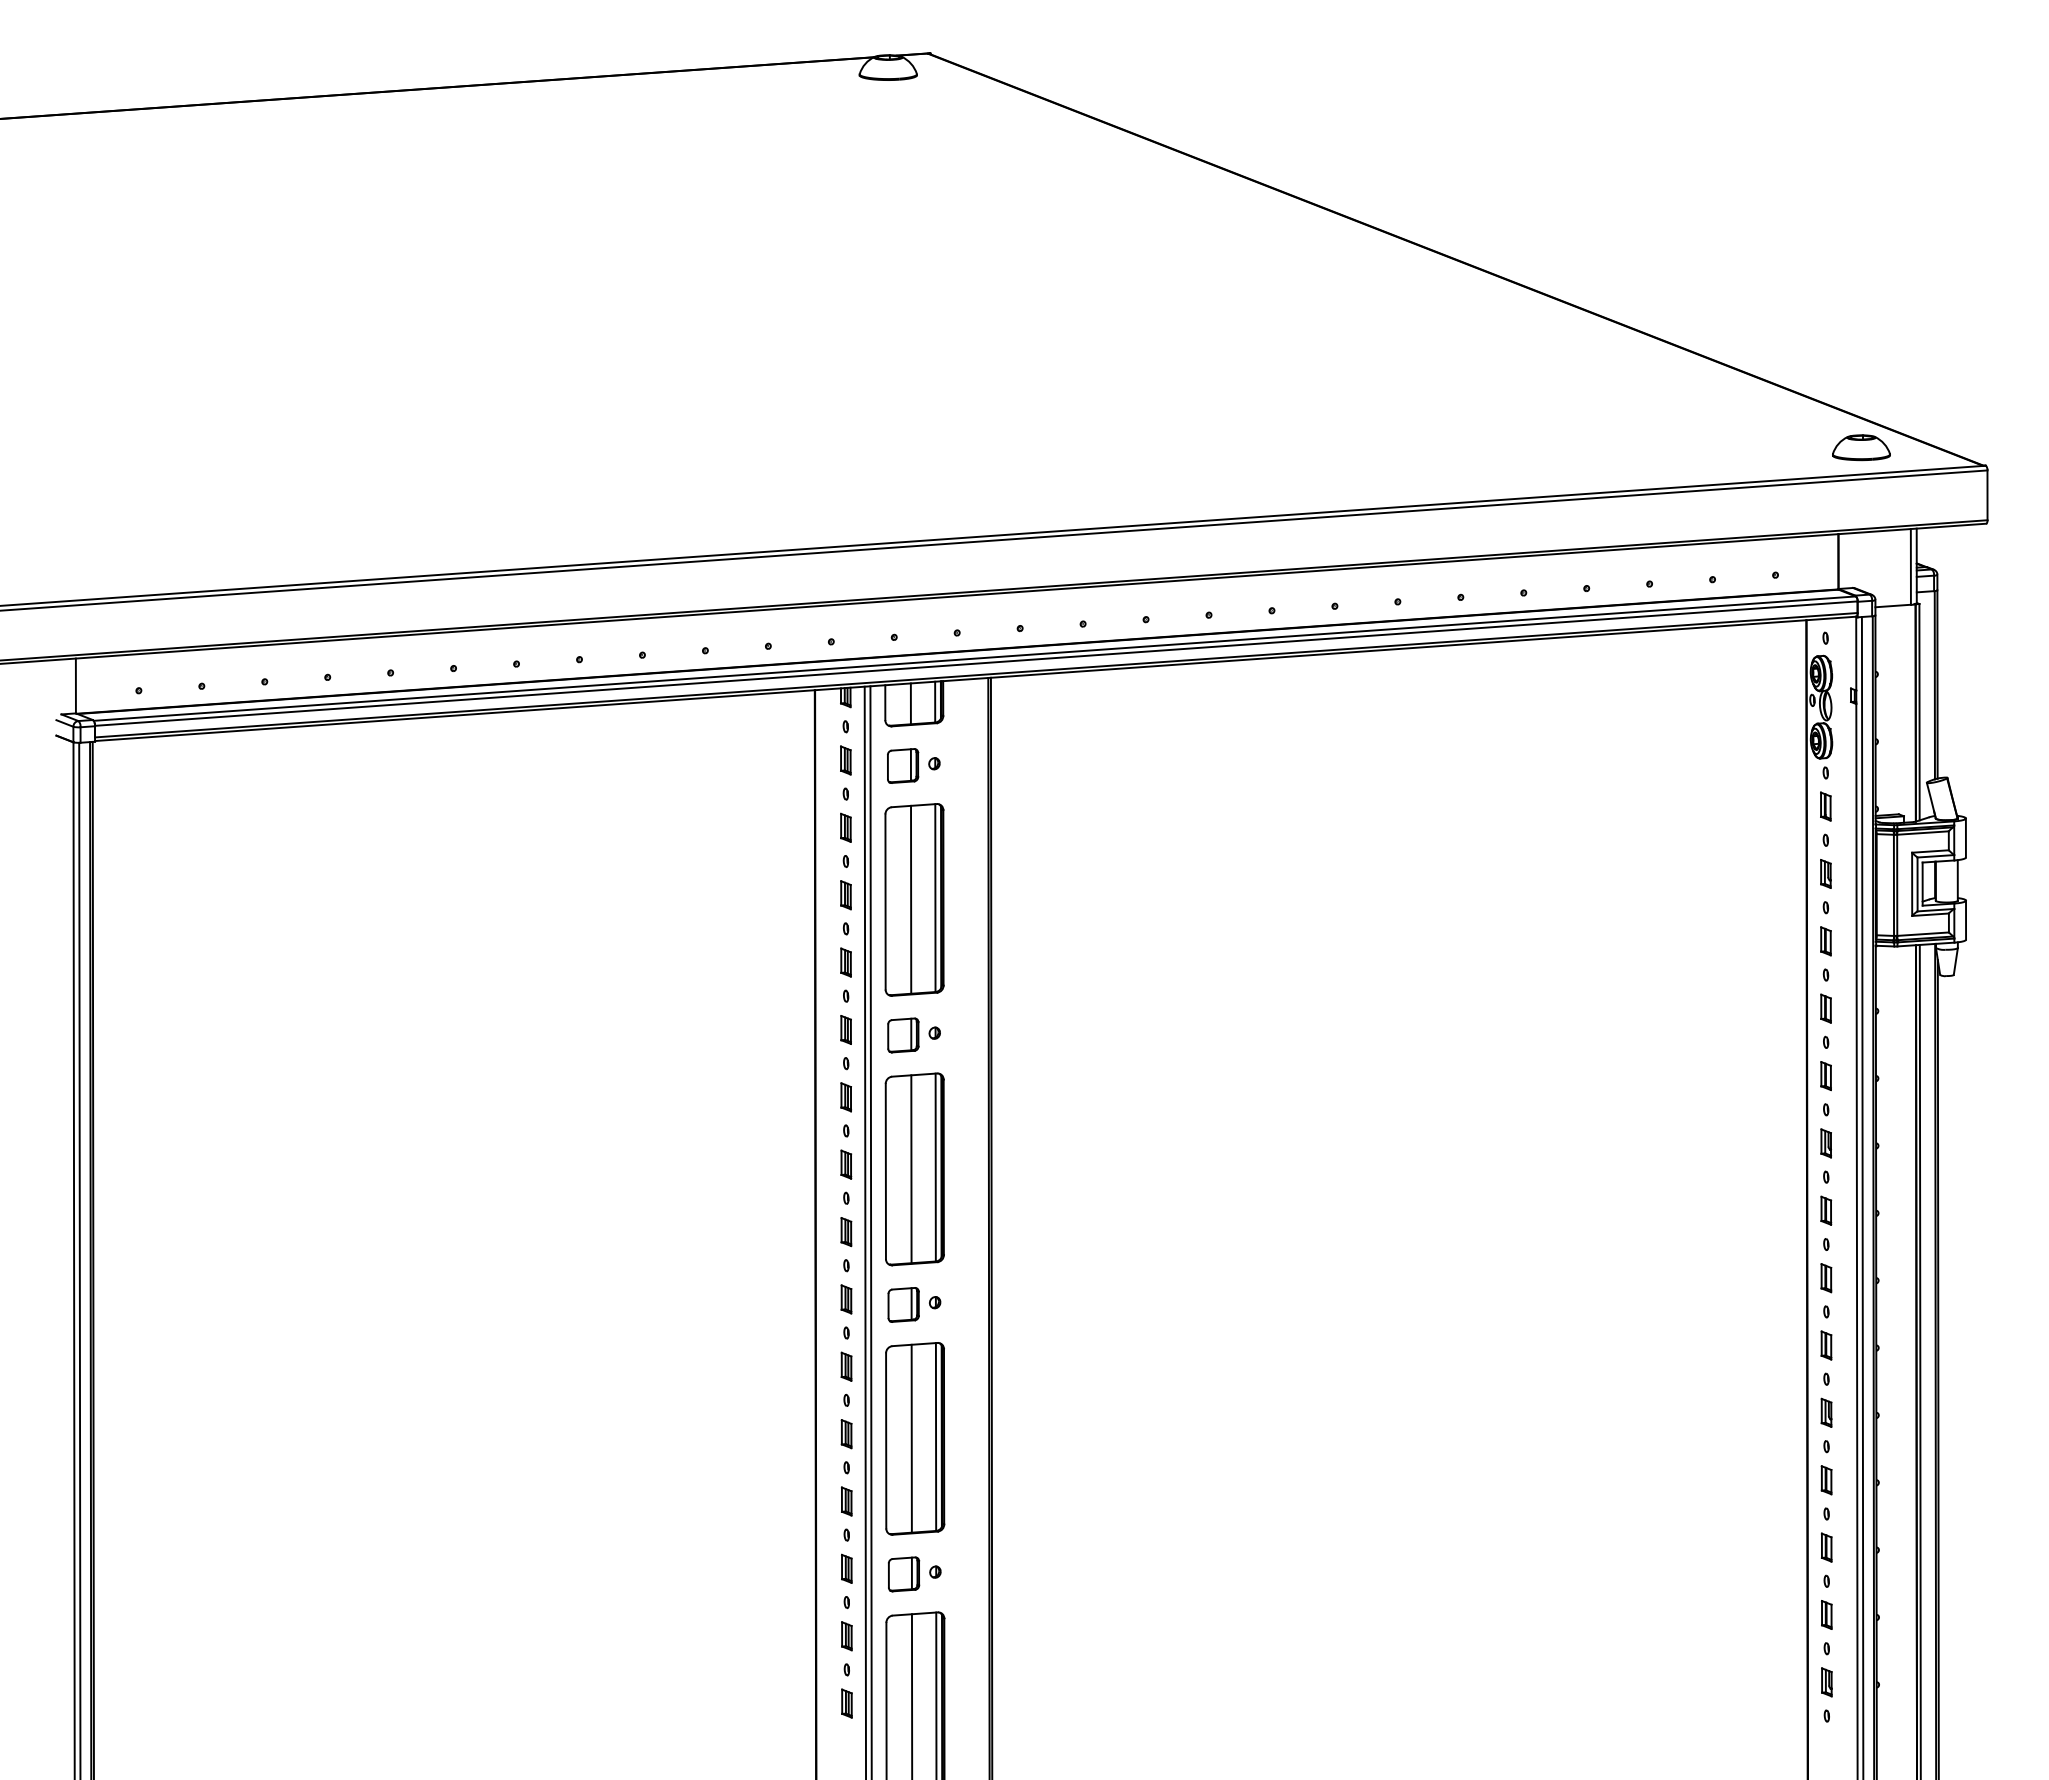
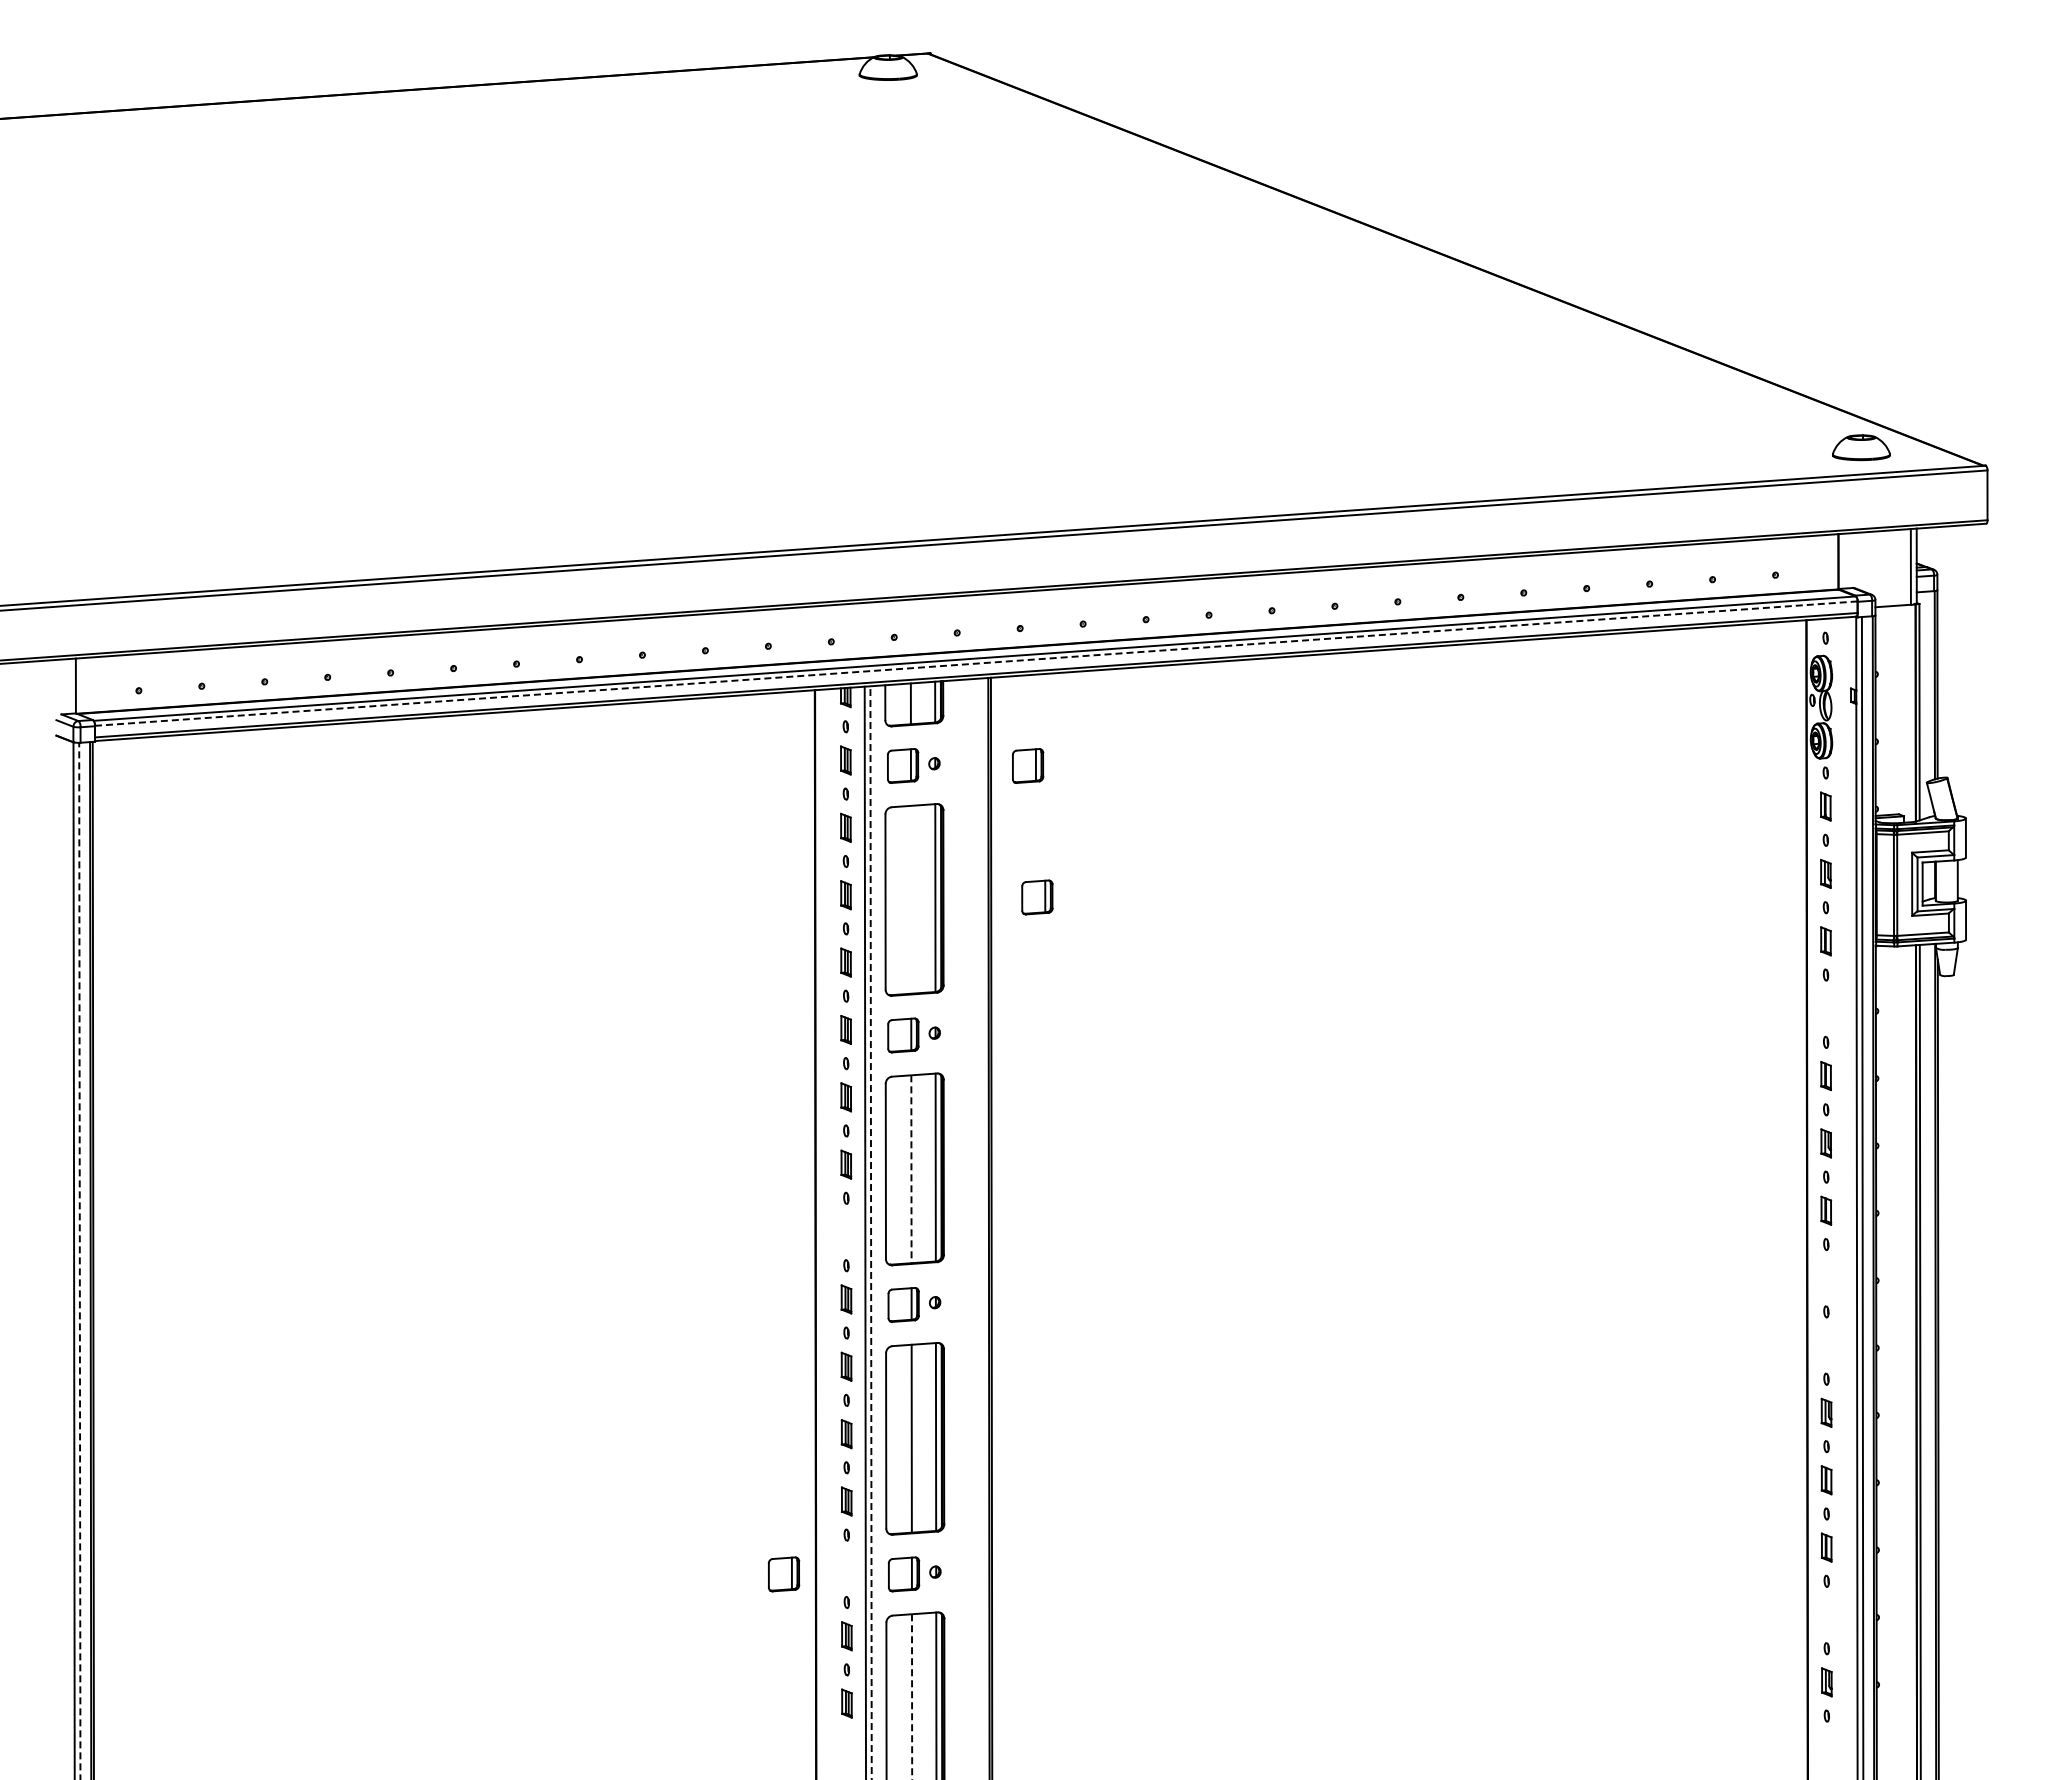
line at (976, 663): solid -> dashed
part at (1028, 765): none -> present
part at (1037, 897): none -> present
line at (911, 899): present -> none
part at (1825, 1008): present -> none
line at (911, 1169): solid -> dashed
part at (846, 1232): present -> none
line at (871, 1232): solid -> dashed
line at (79, 1260): solid -> dashed
part at (1826, 1278): present -> none
part at (1826, 1345): present -> none
part at (846, 1568): present -> none
part at (783, 1574): none -> present
part at (1826, 1614): present -> none
line at (912, 1697): solid -> dashed
